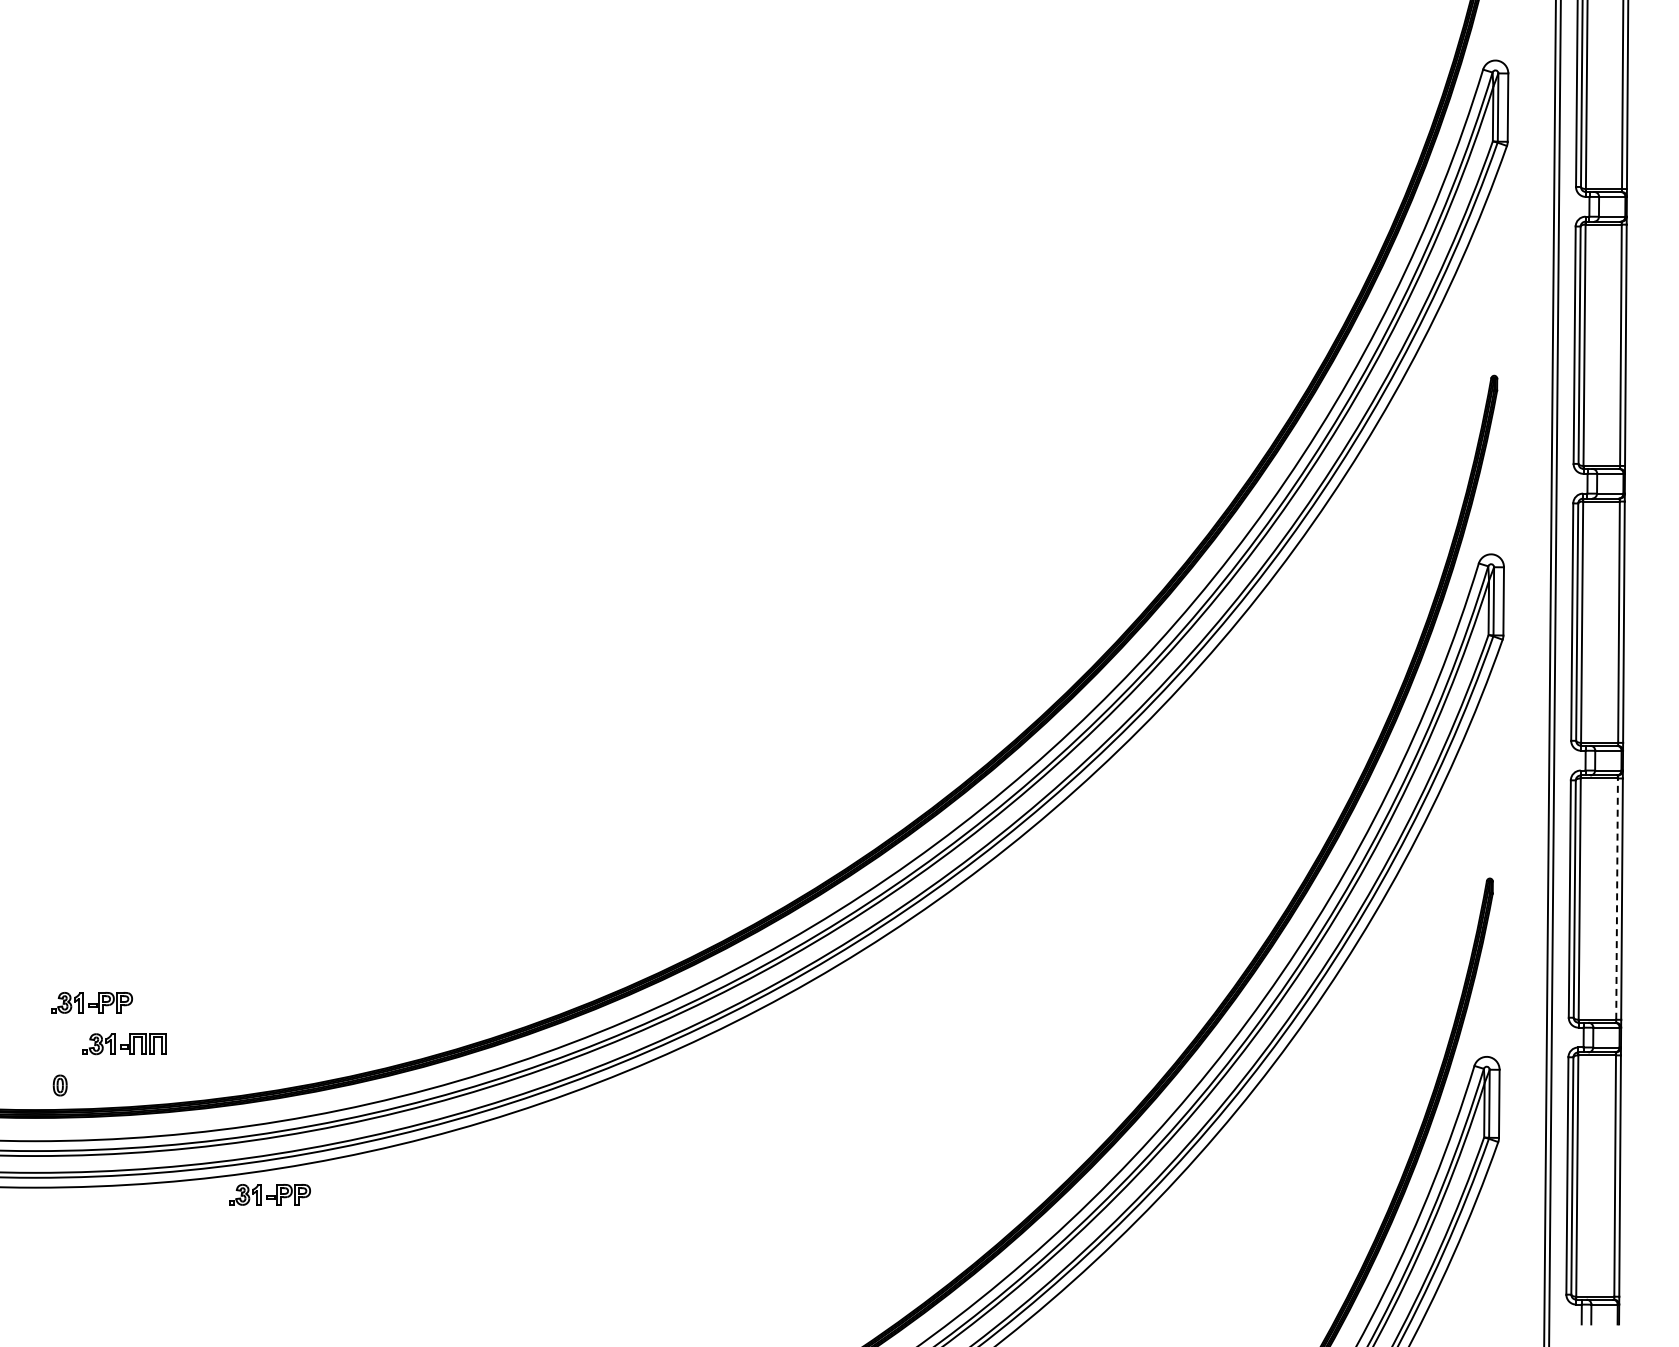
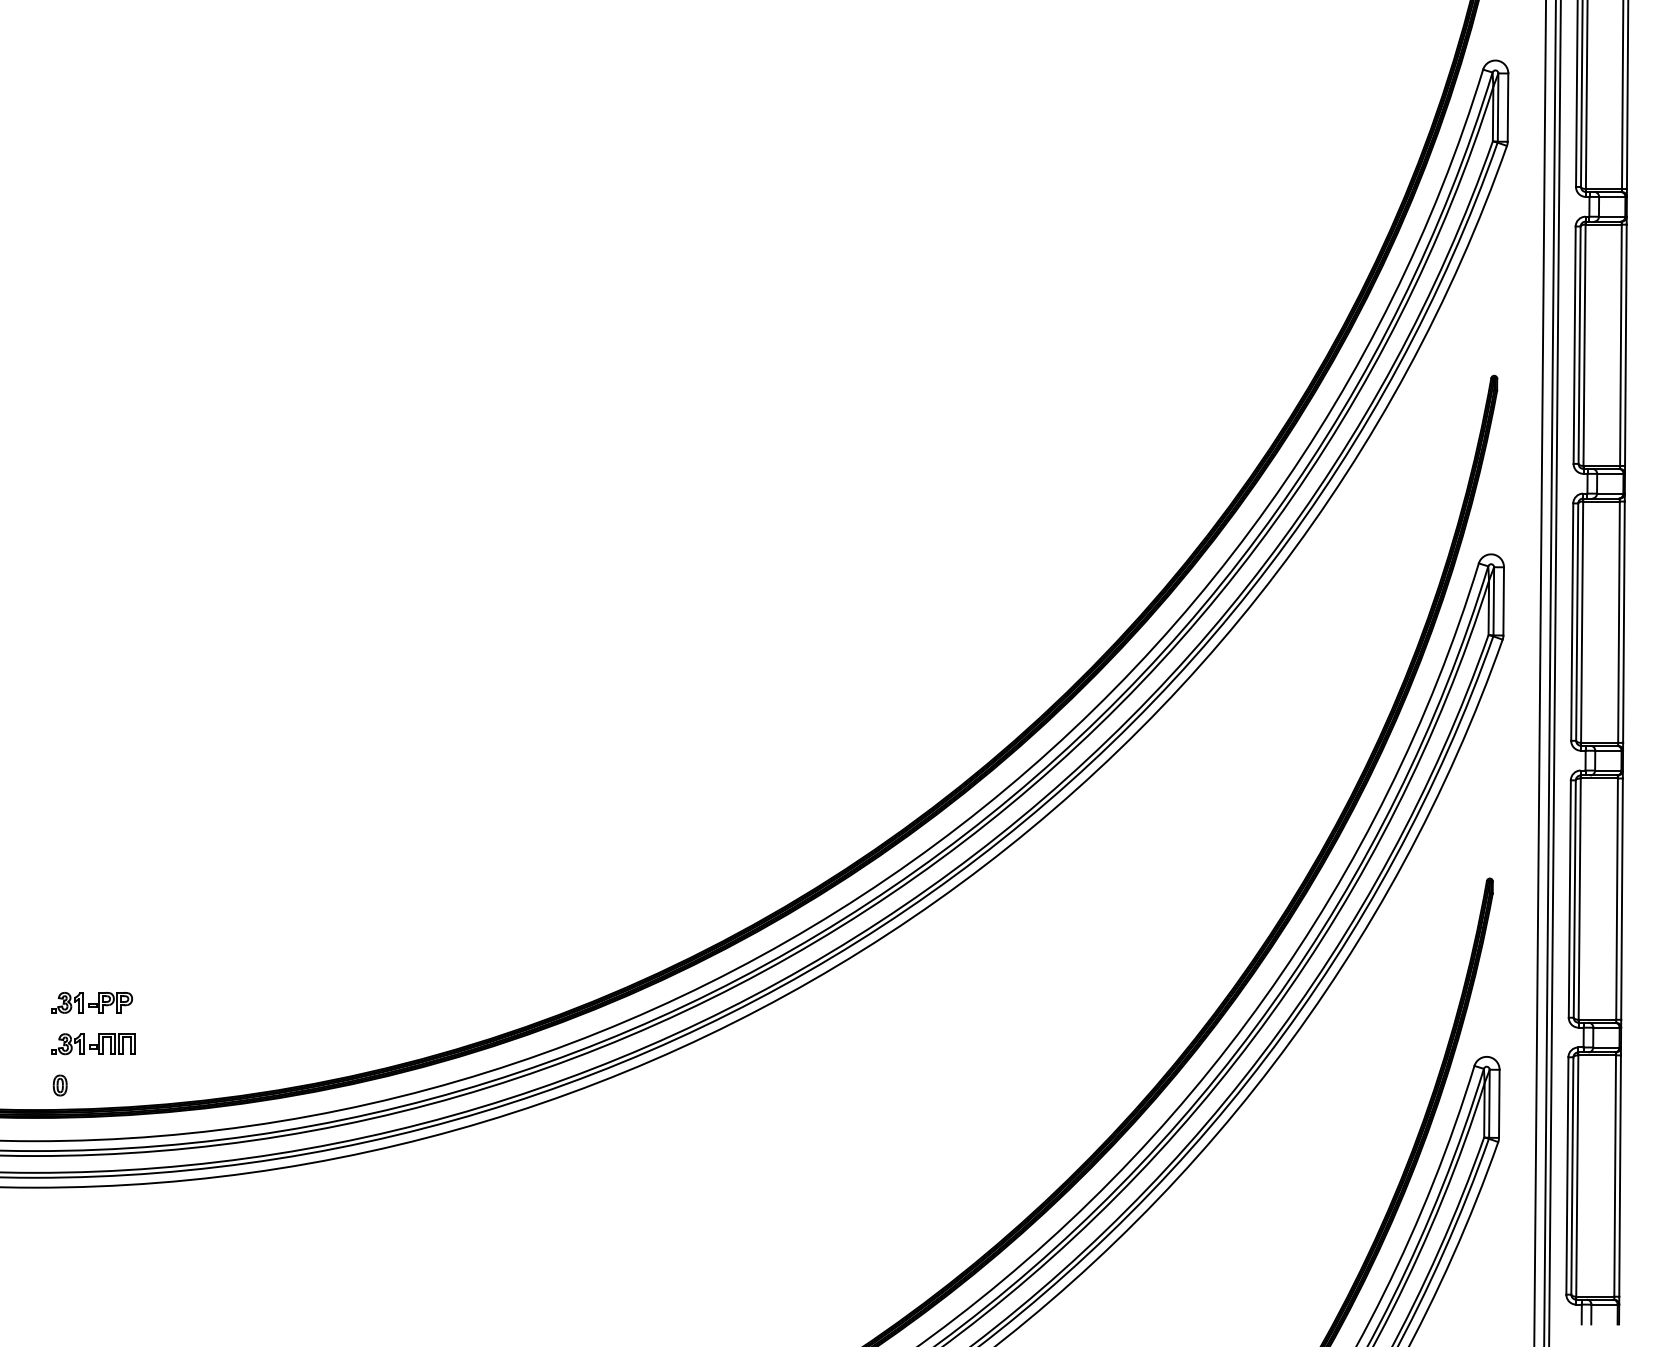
line at (1540, 672): none -> present
line at (1617, 899): dashed -> solid
part at (124, 1044) position: (124, 1044) -> (93, 1044)
part at (269, 1194): present -> none
